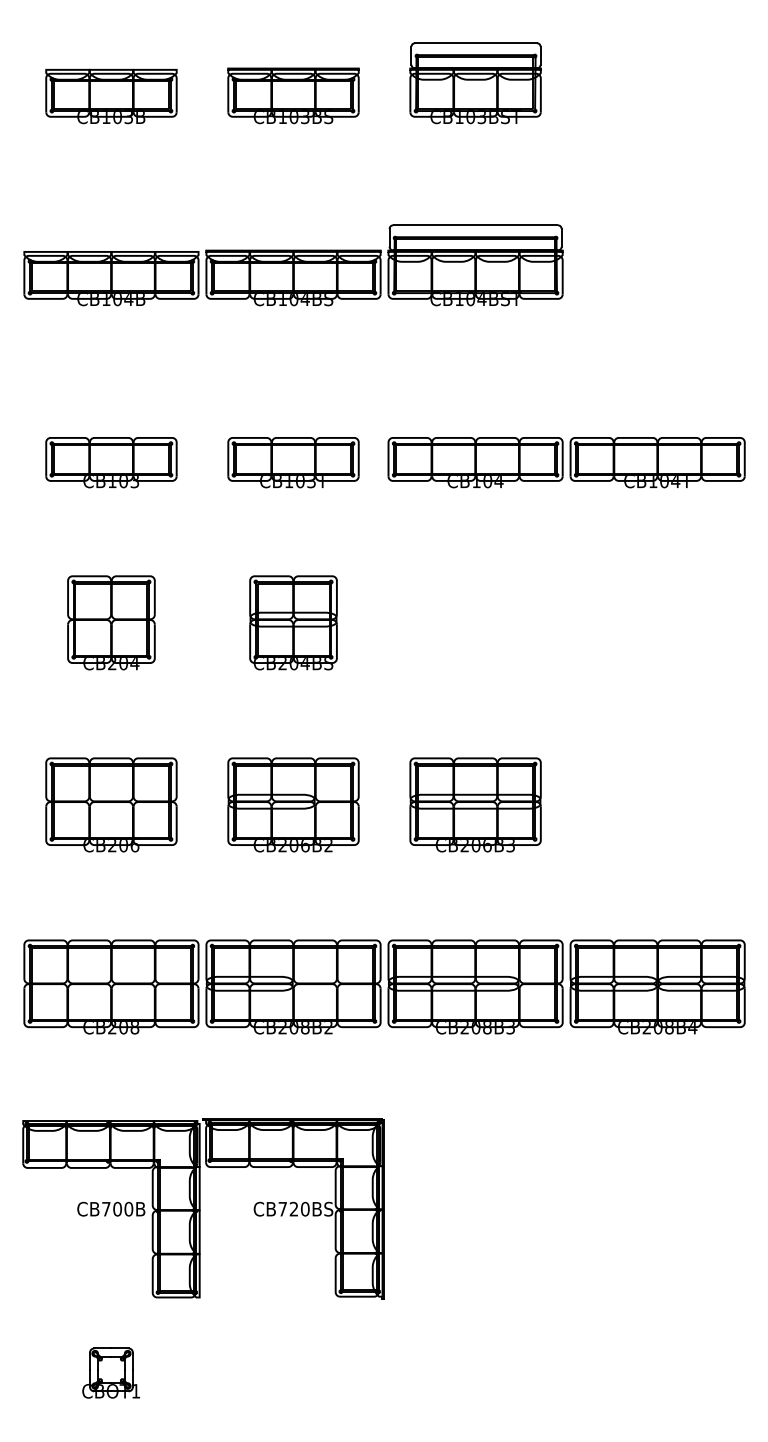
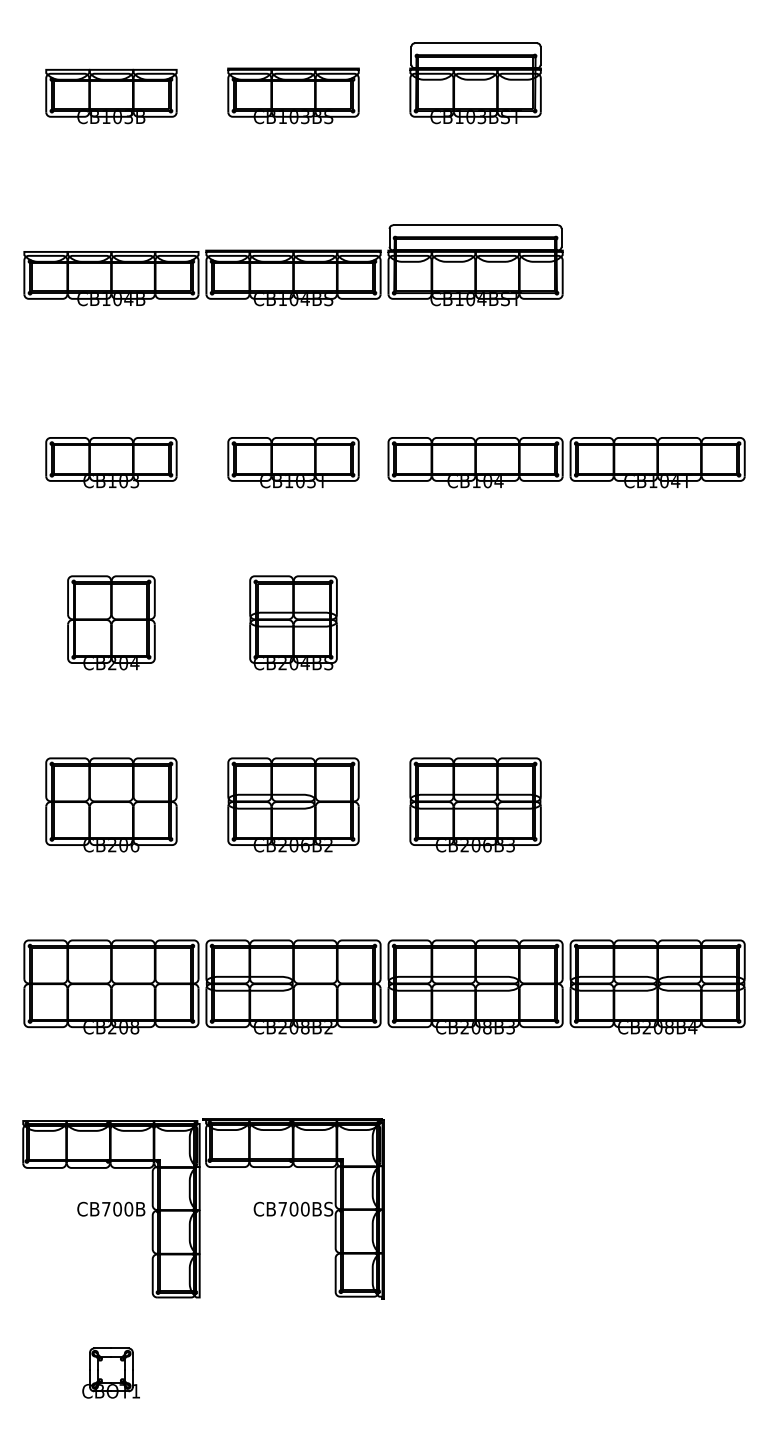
text at (293, 1209): CB720BS -> CB700BS
